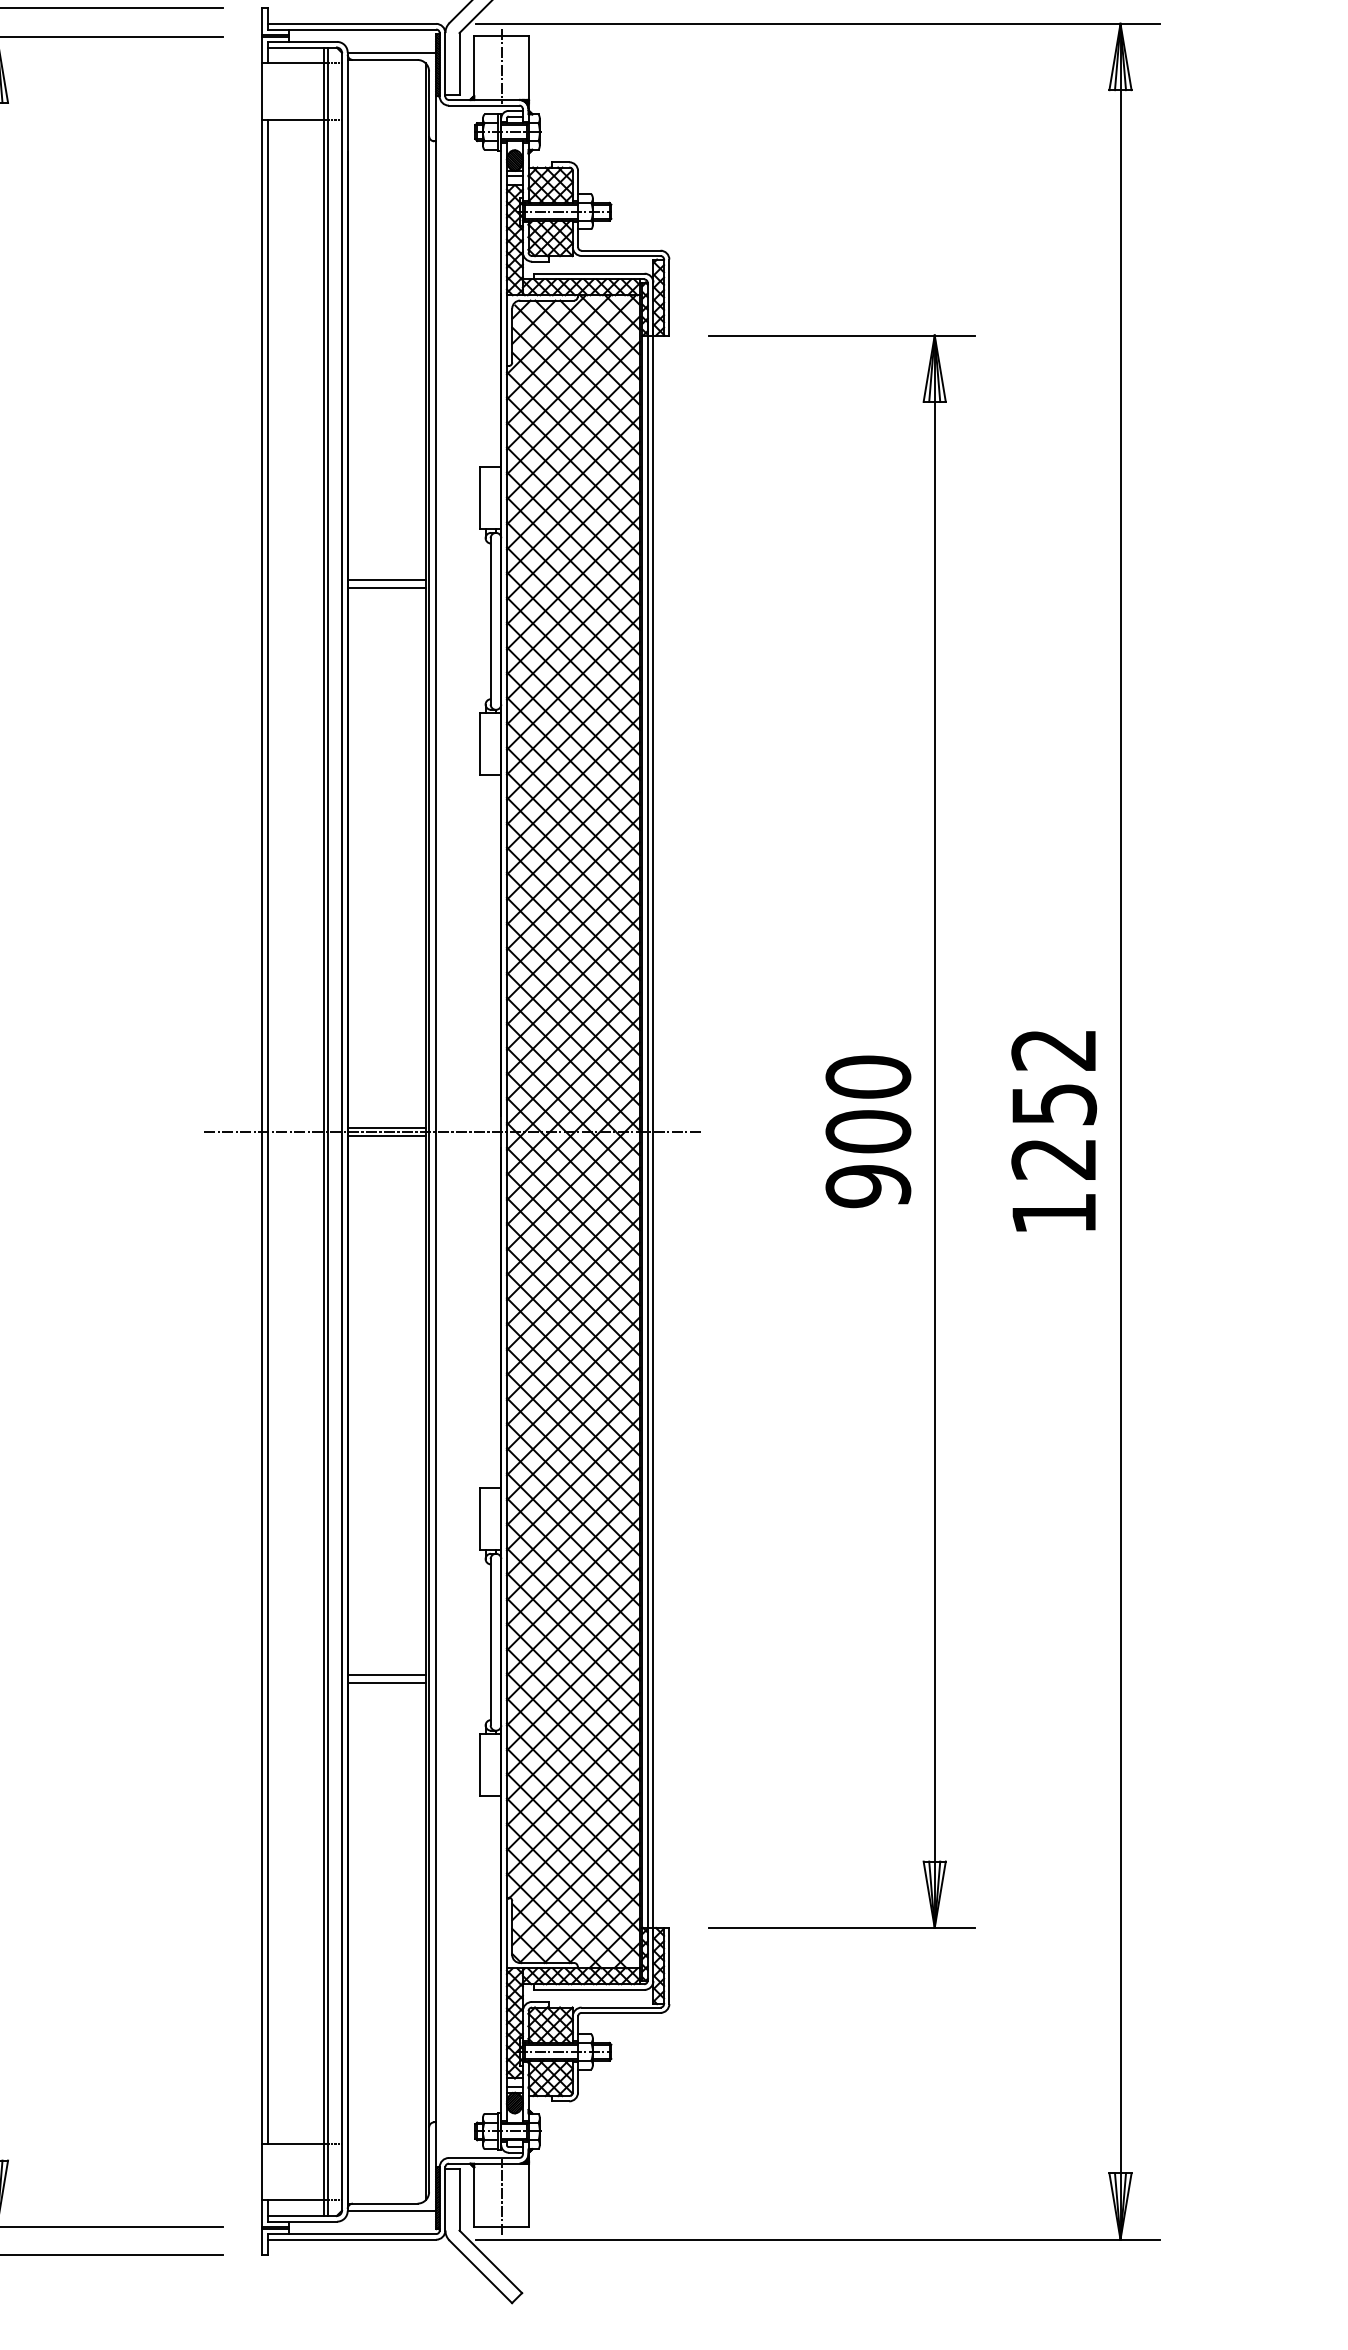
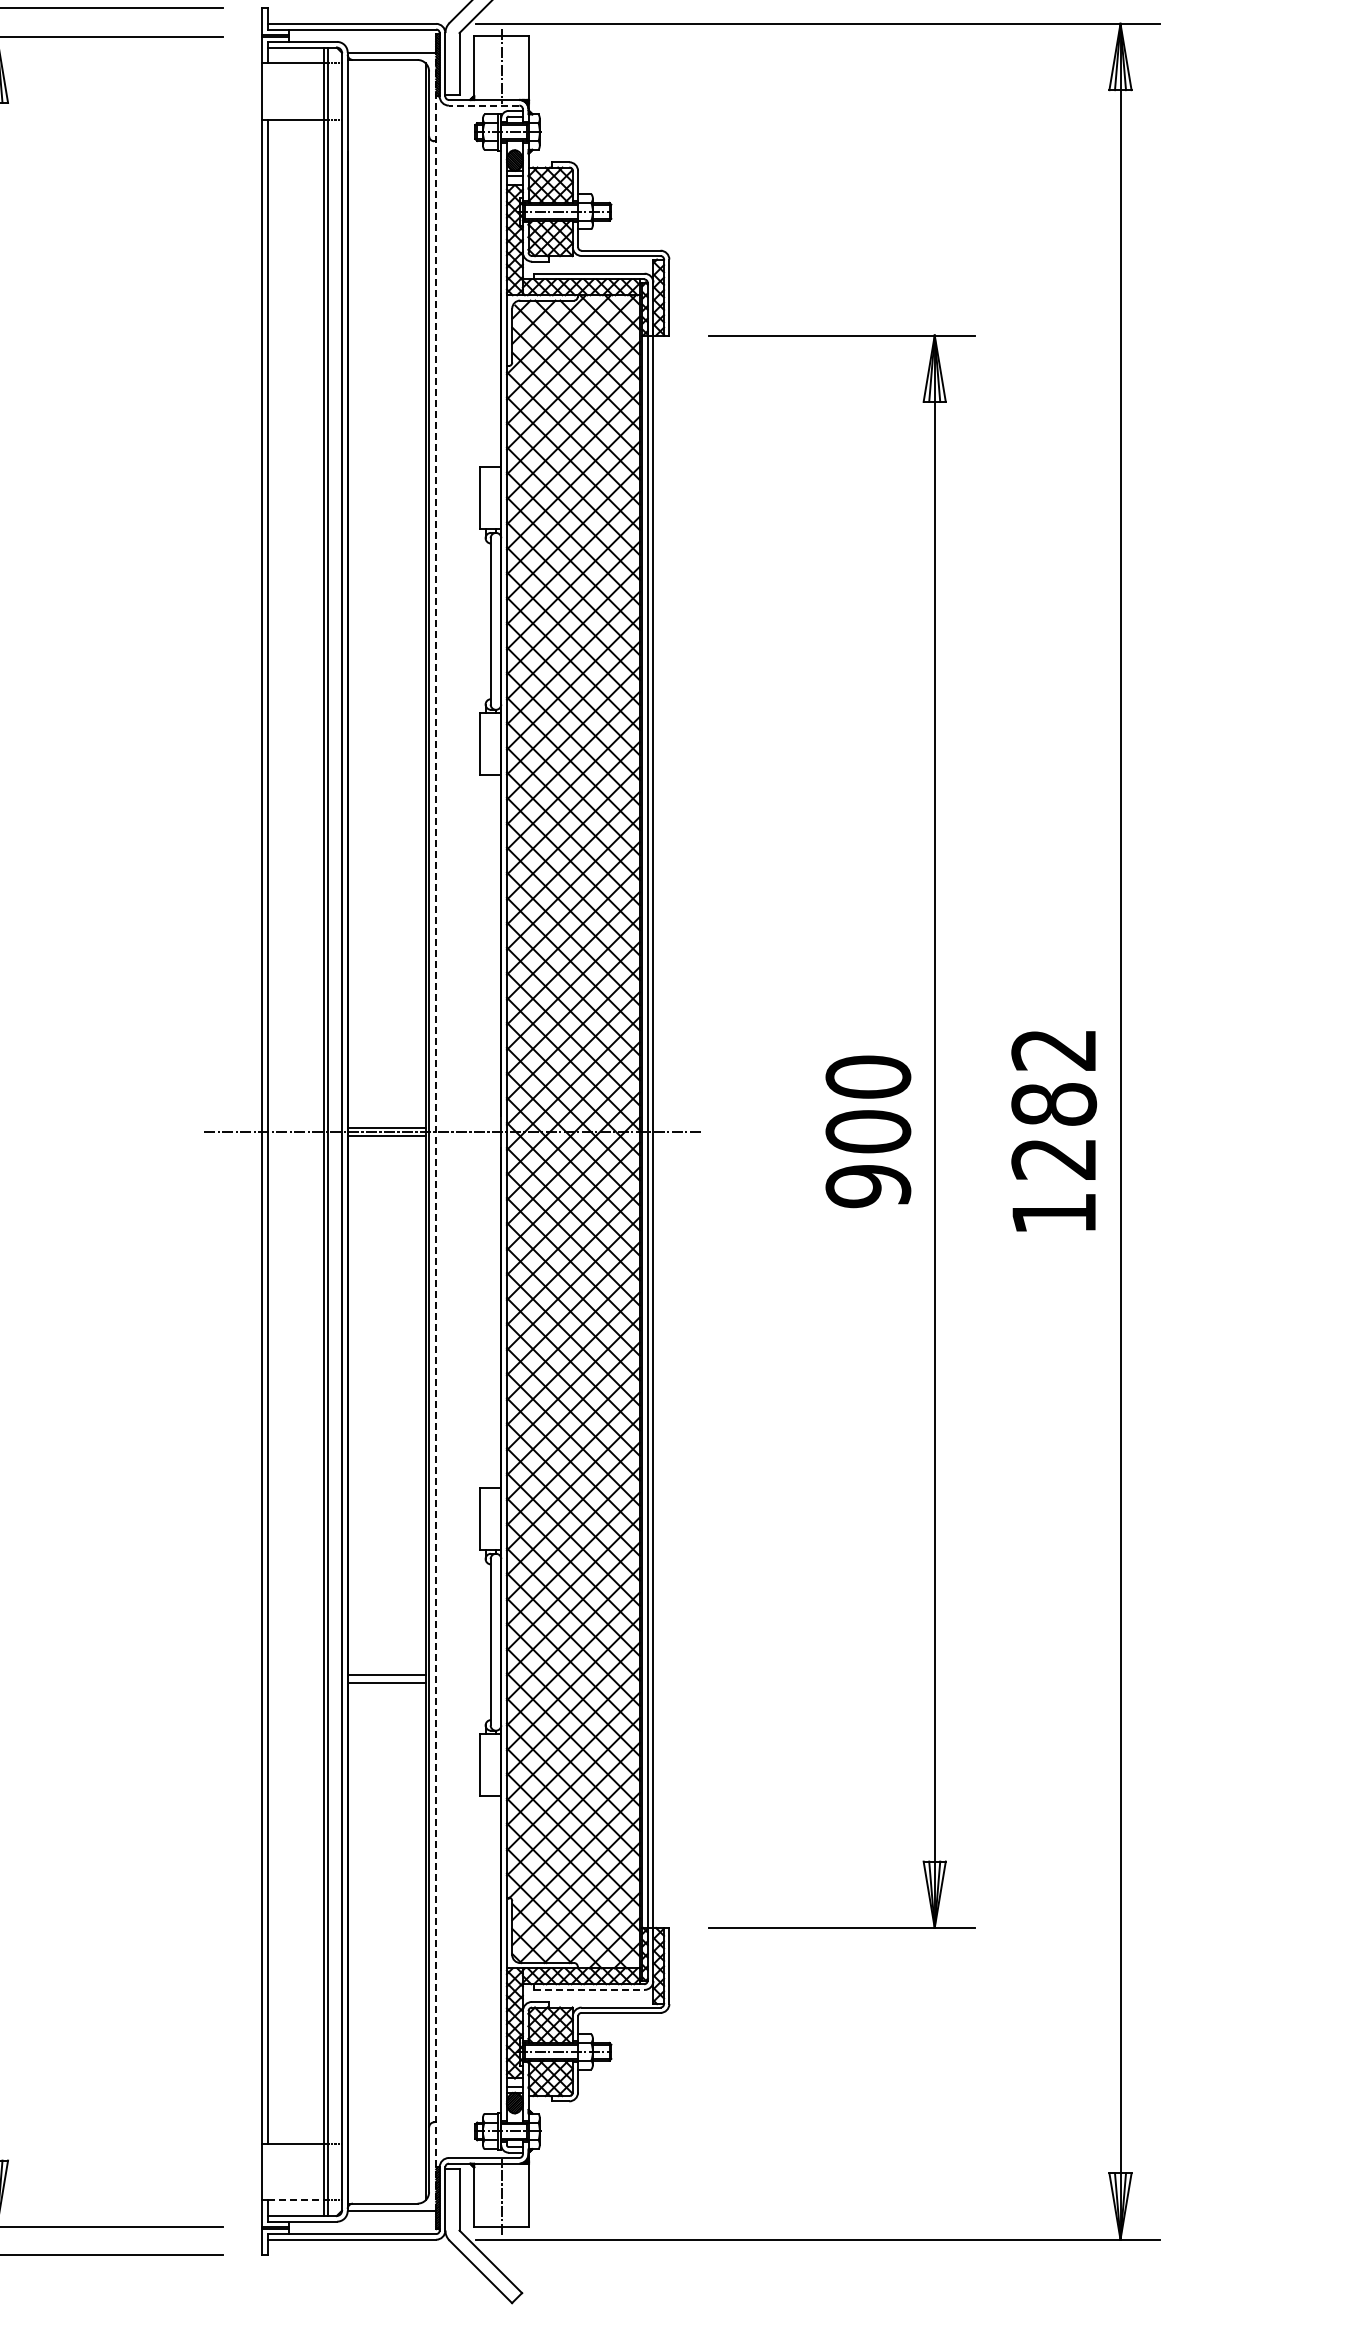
line at (483, 105): solid -> dashed
line at (386, 580): present -> none
line at (386, 588): present -> none
text at (1054, 1104): 1252 -> 1282
line at (436, 1131): solid -> dashed
line at (589, 1989): solid -> dashed
line at (296, 2200): solid -> dashed
